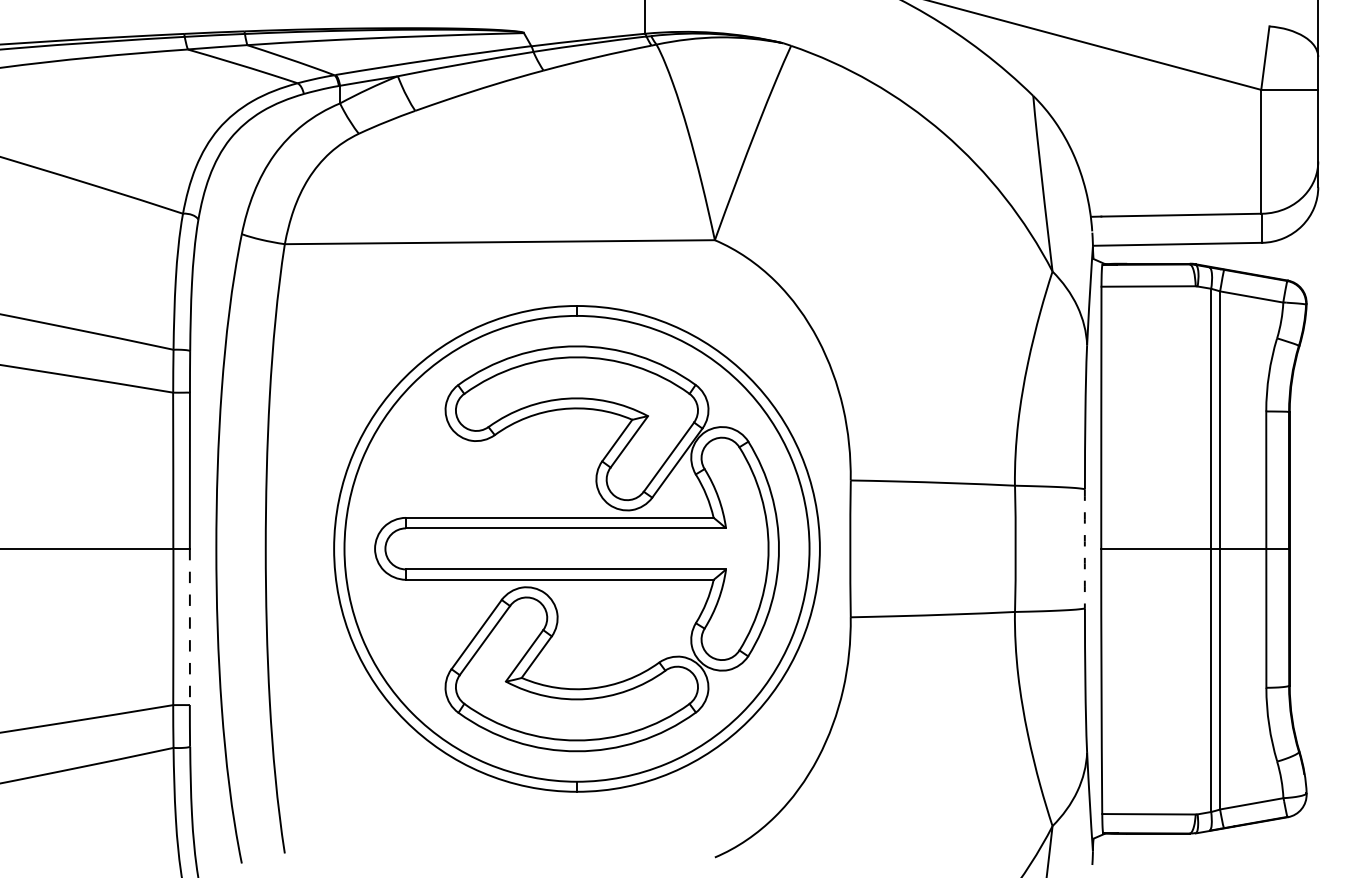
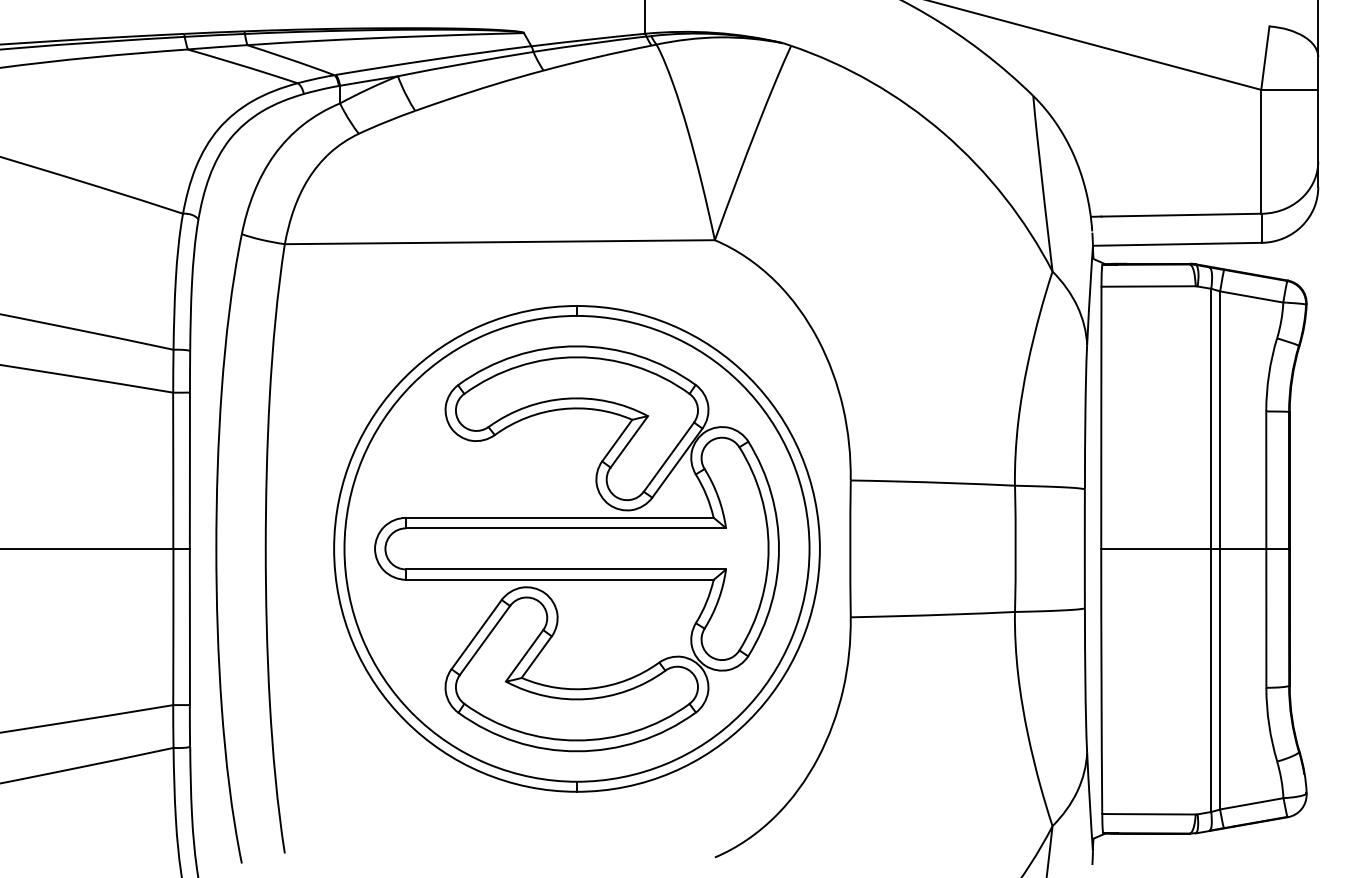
arc at (1084, 548): dashed -> solid
line at (189, 627): dashed -> solid
